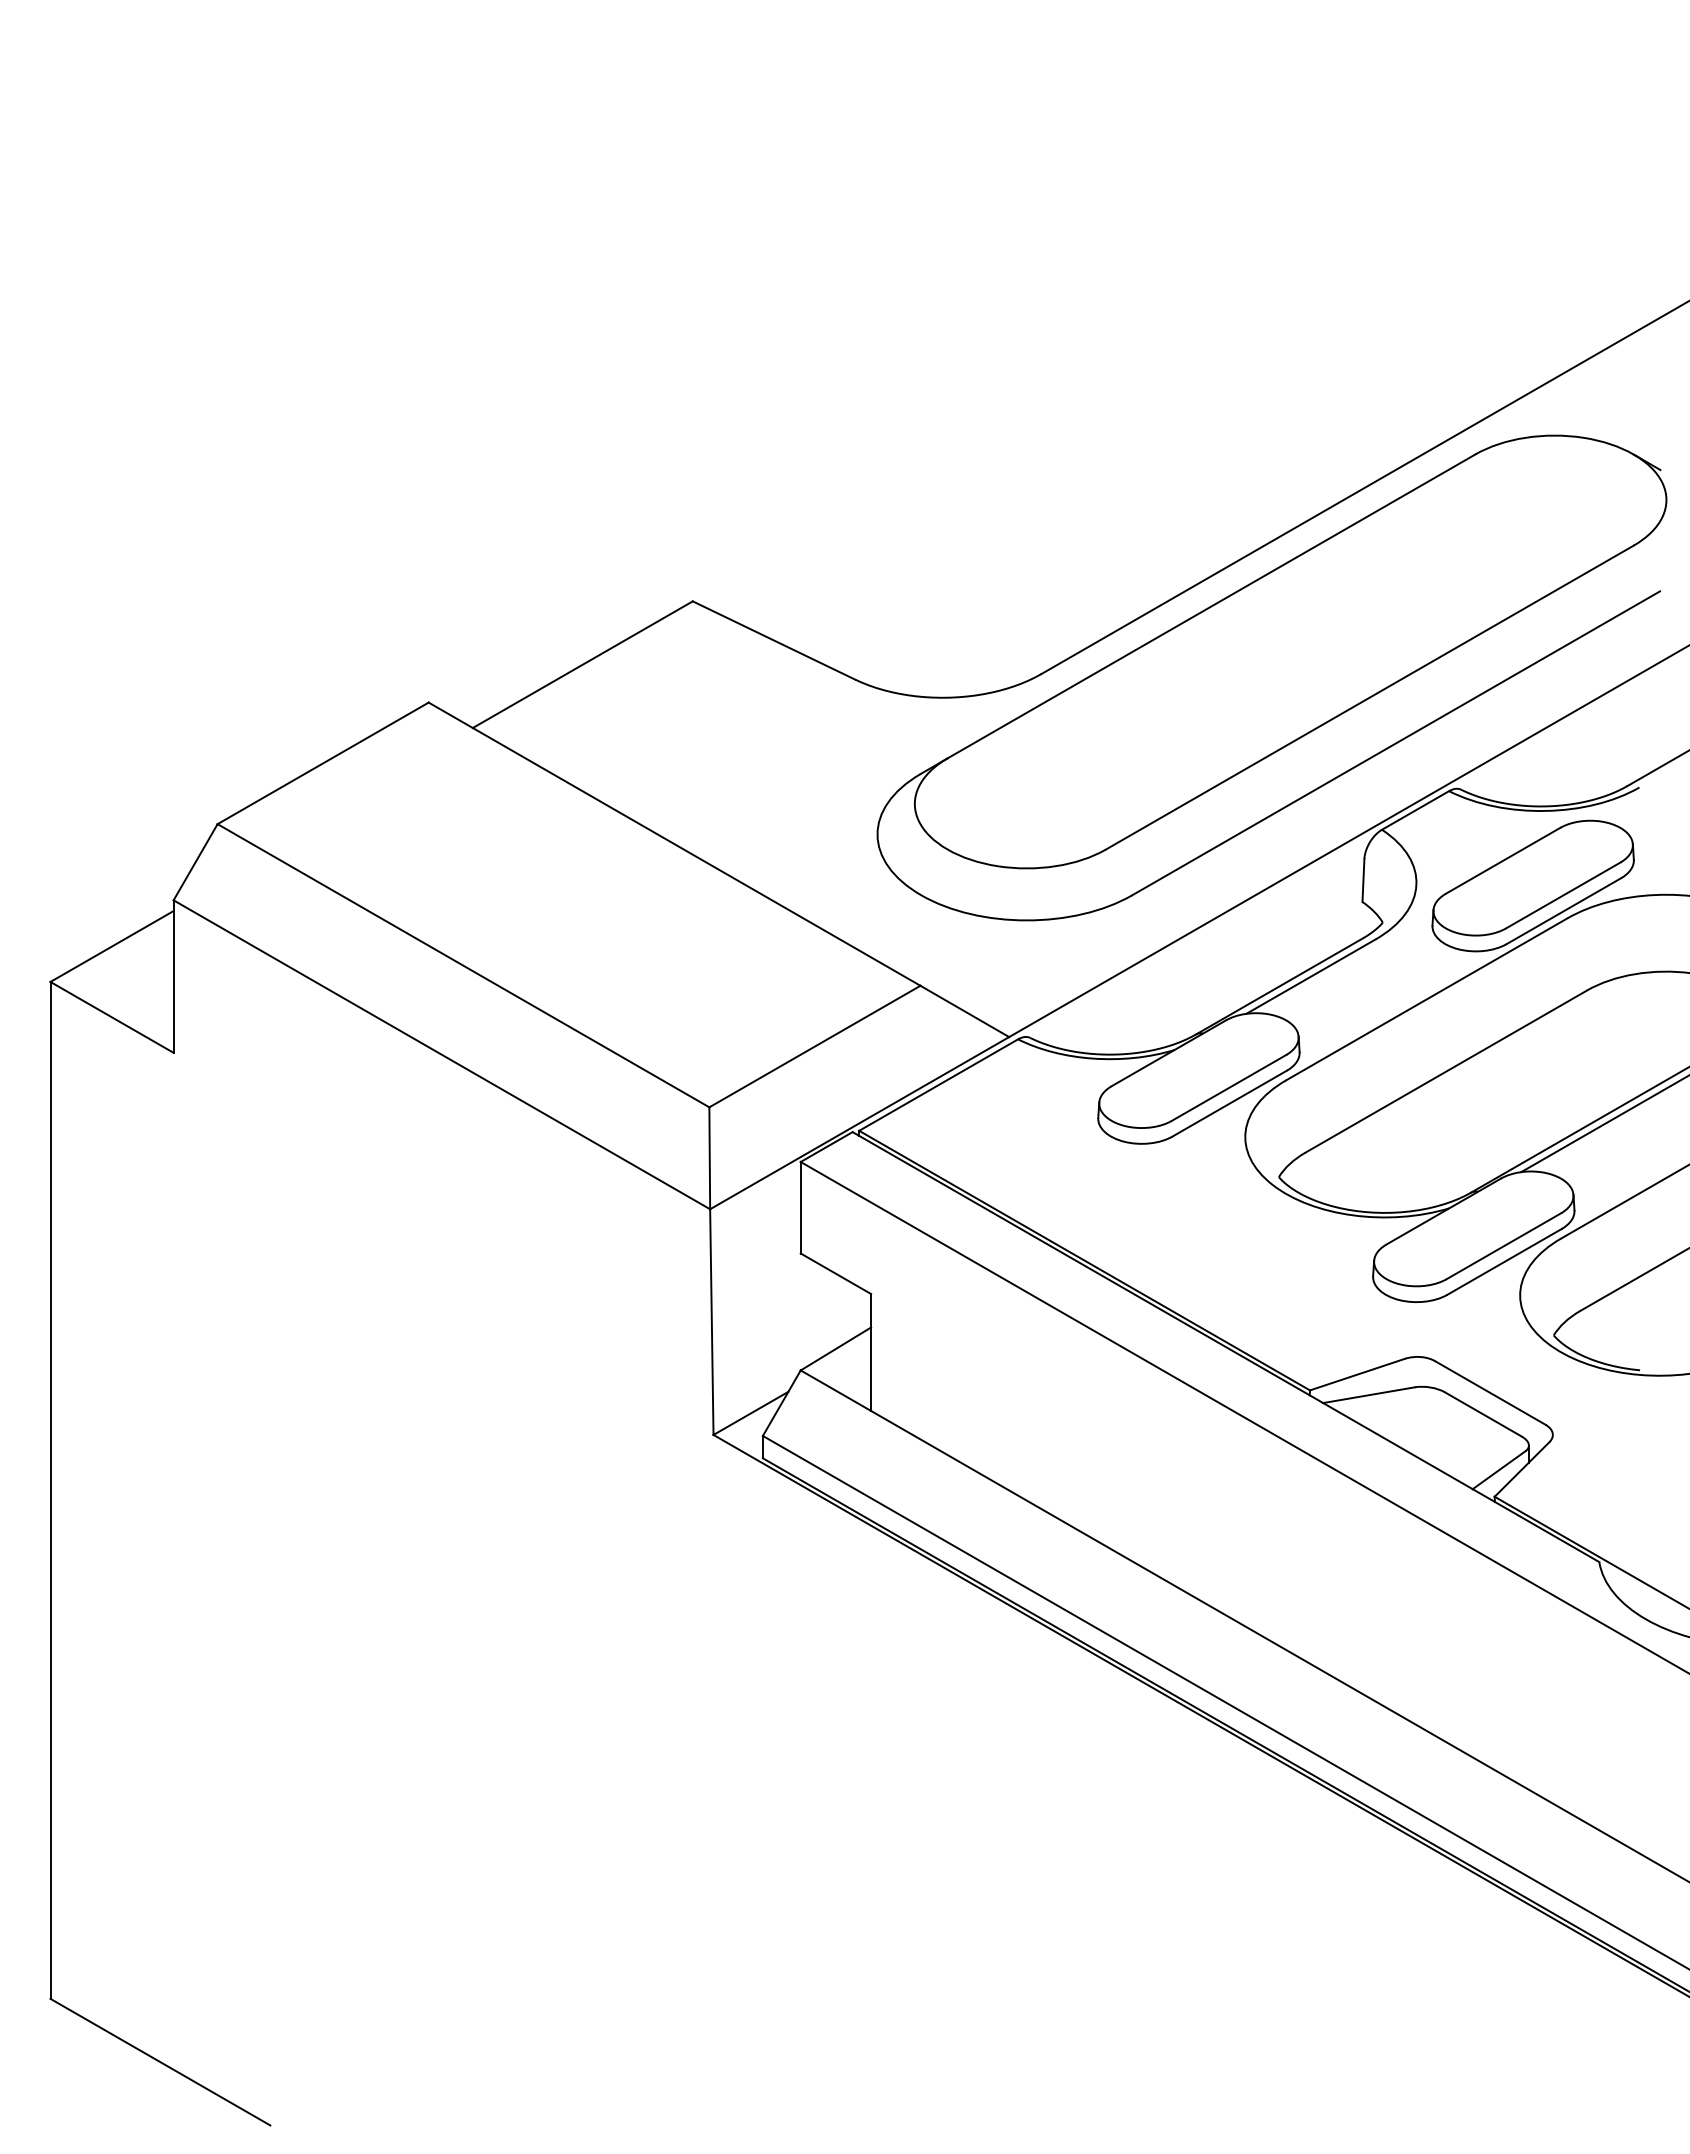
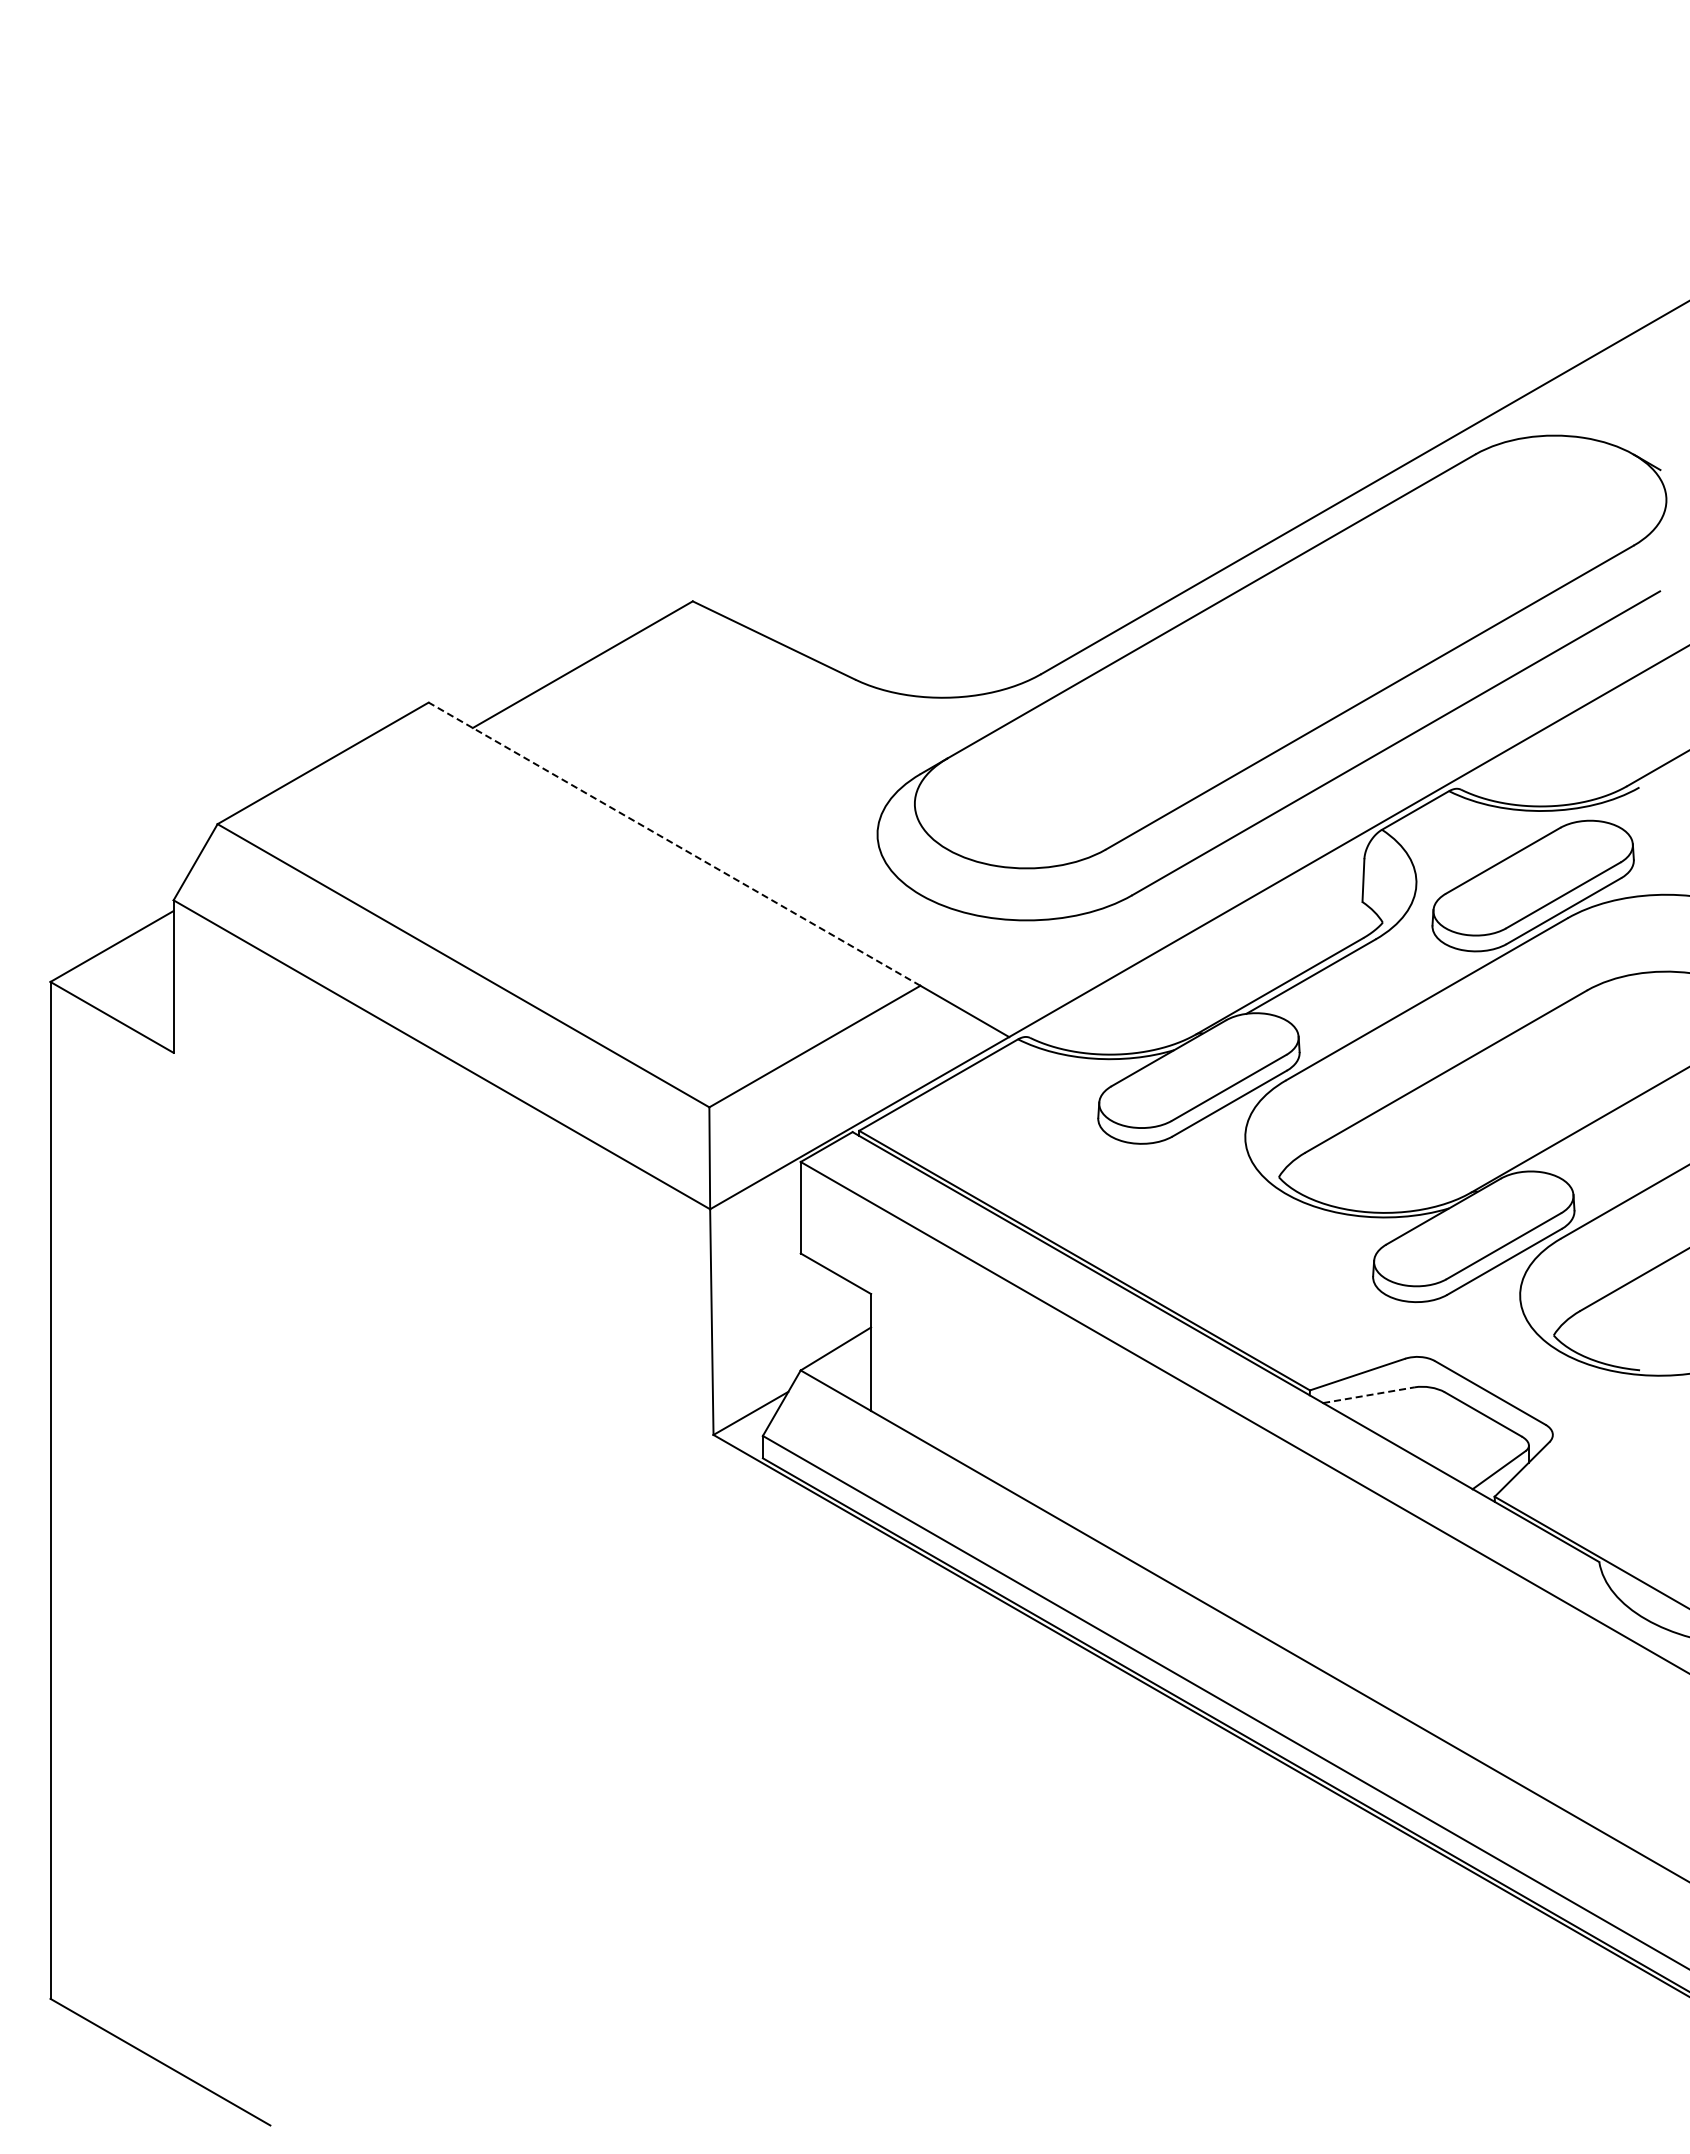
line at (674, 844): solid -> dashed
line at (1603, 1124): present -> none
line at (1369, 1395): solid -> dashed
